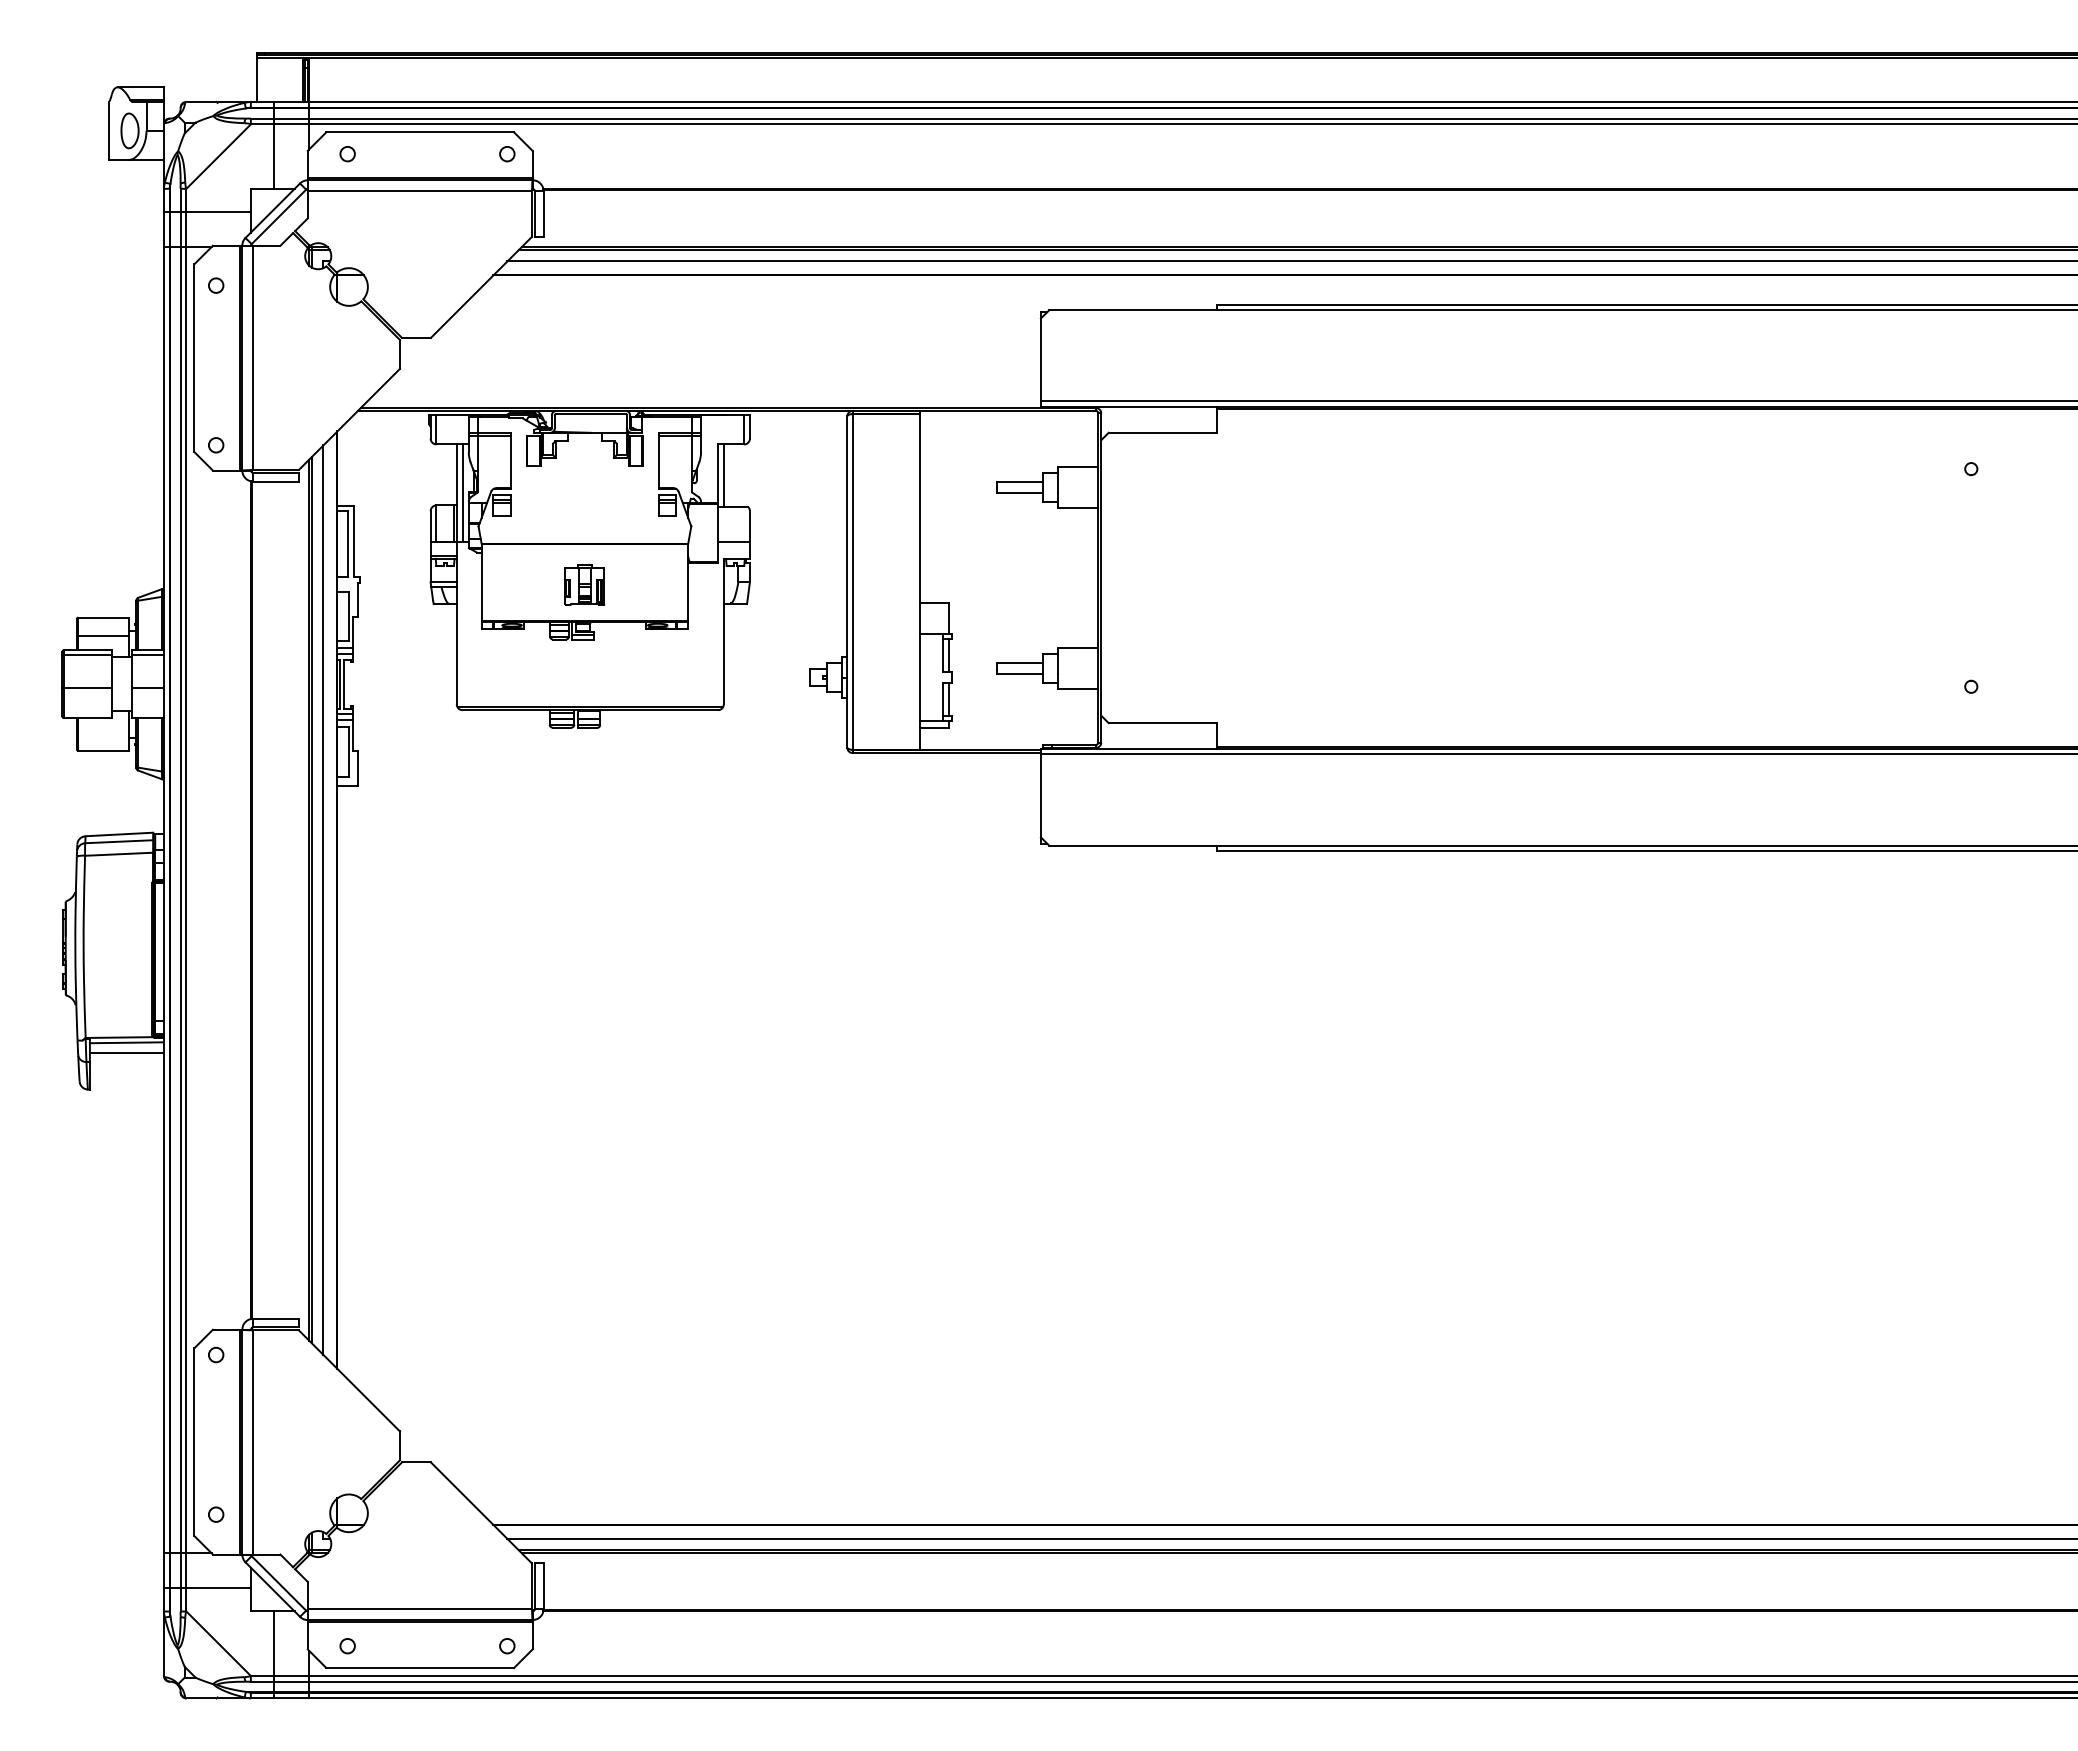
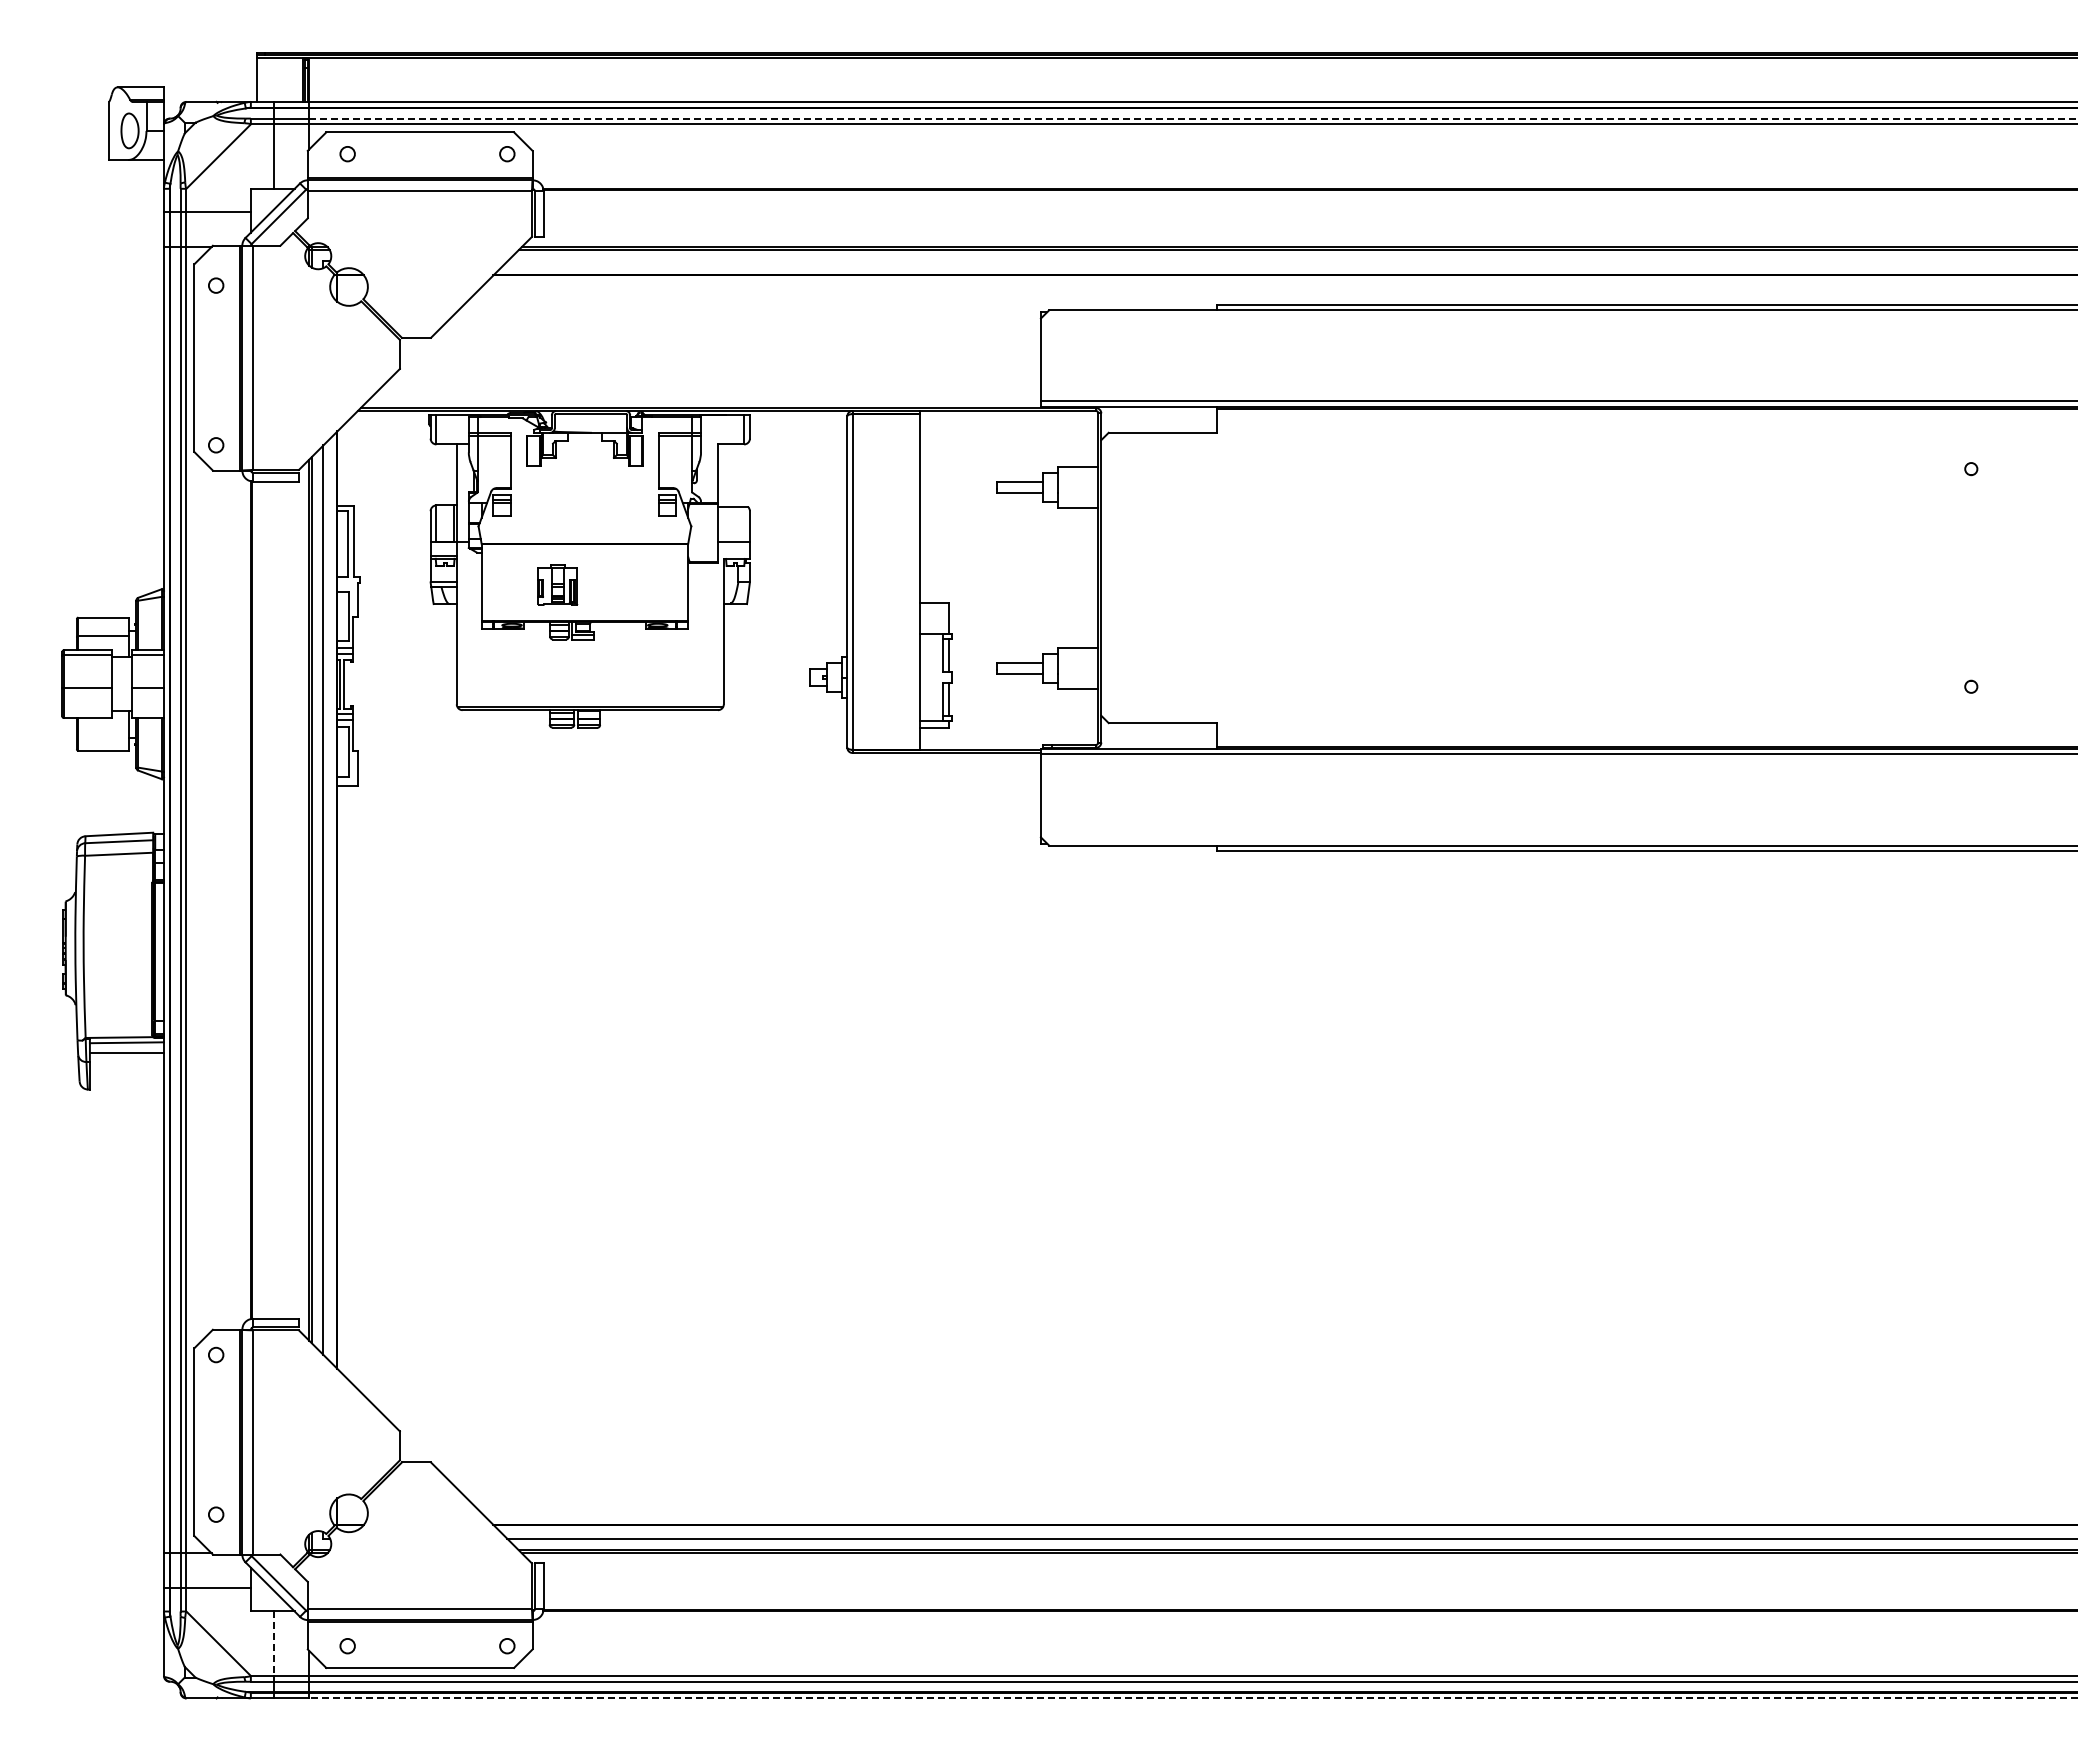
line at (1193, 118): solid -> dashed
line at (1290, 261): present -> none
line at (723, 475): present -> none
line at (462, 492): present -> none
part at (584, 584) position: (584, 584) -> (557, 584)
line at (274, 1644): solid -> dashed
line at (1192, 1698): solid -> dashed
